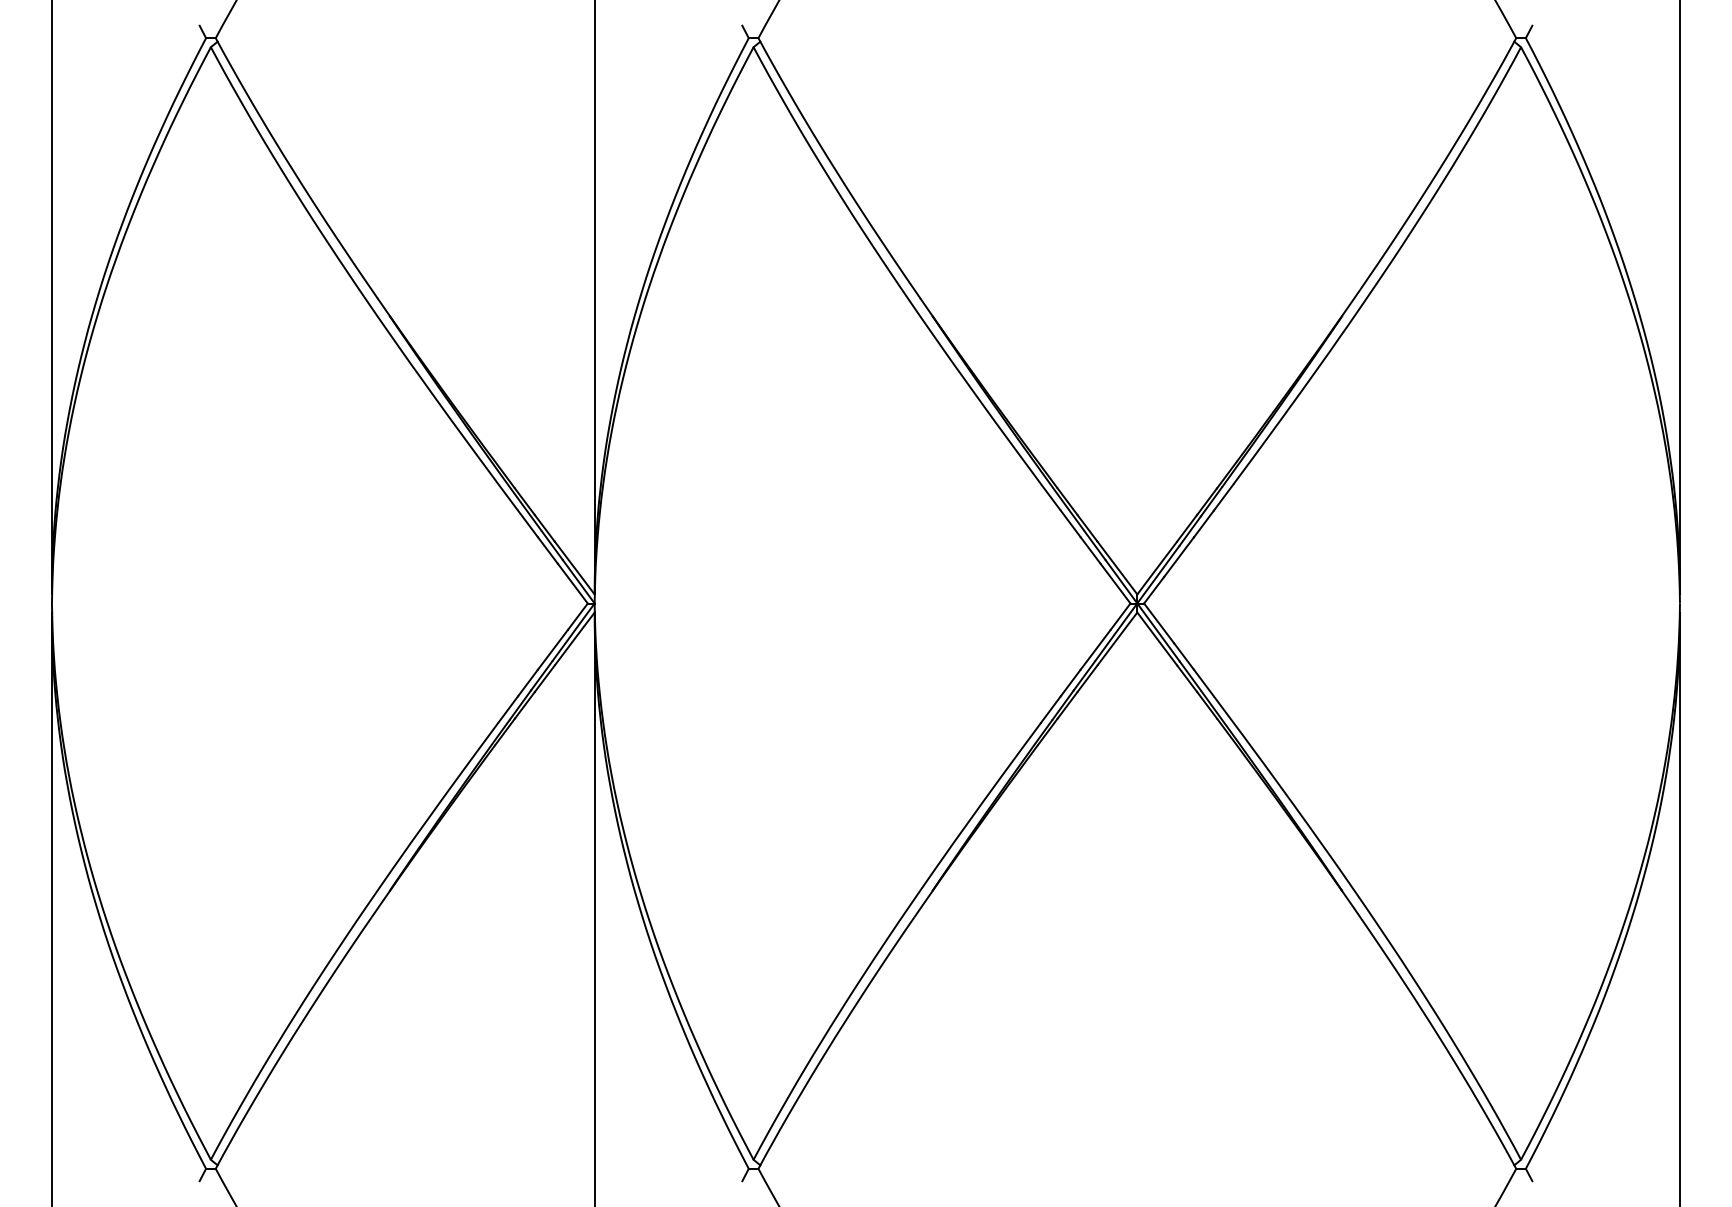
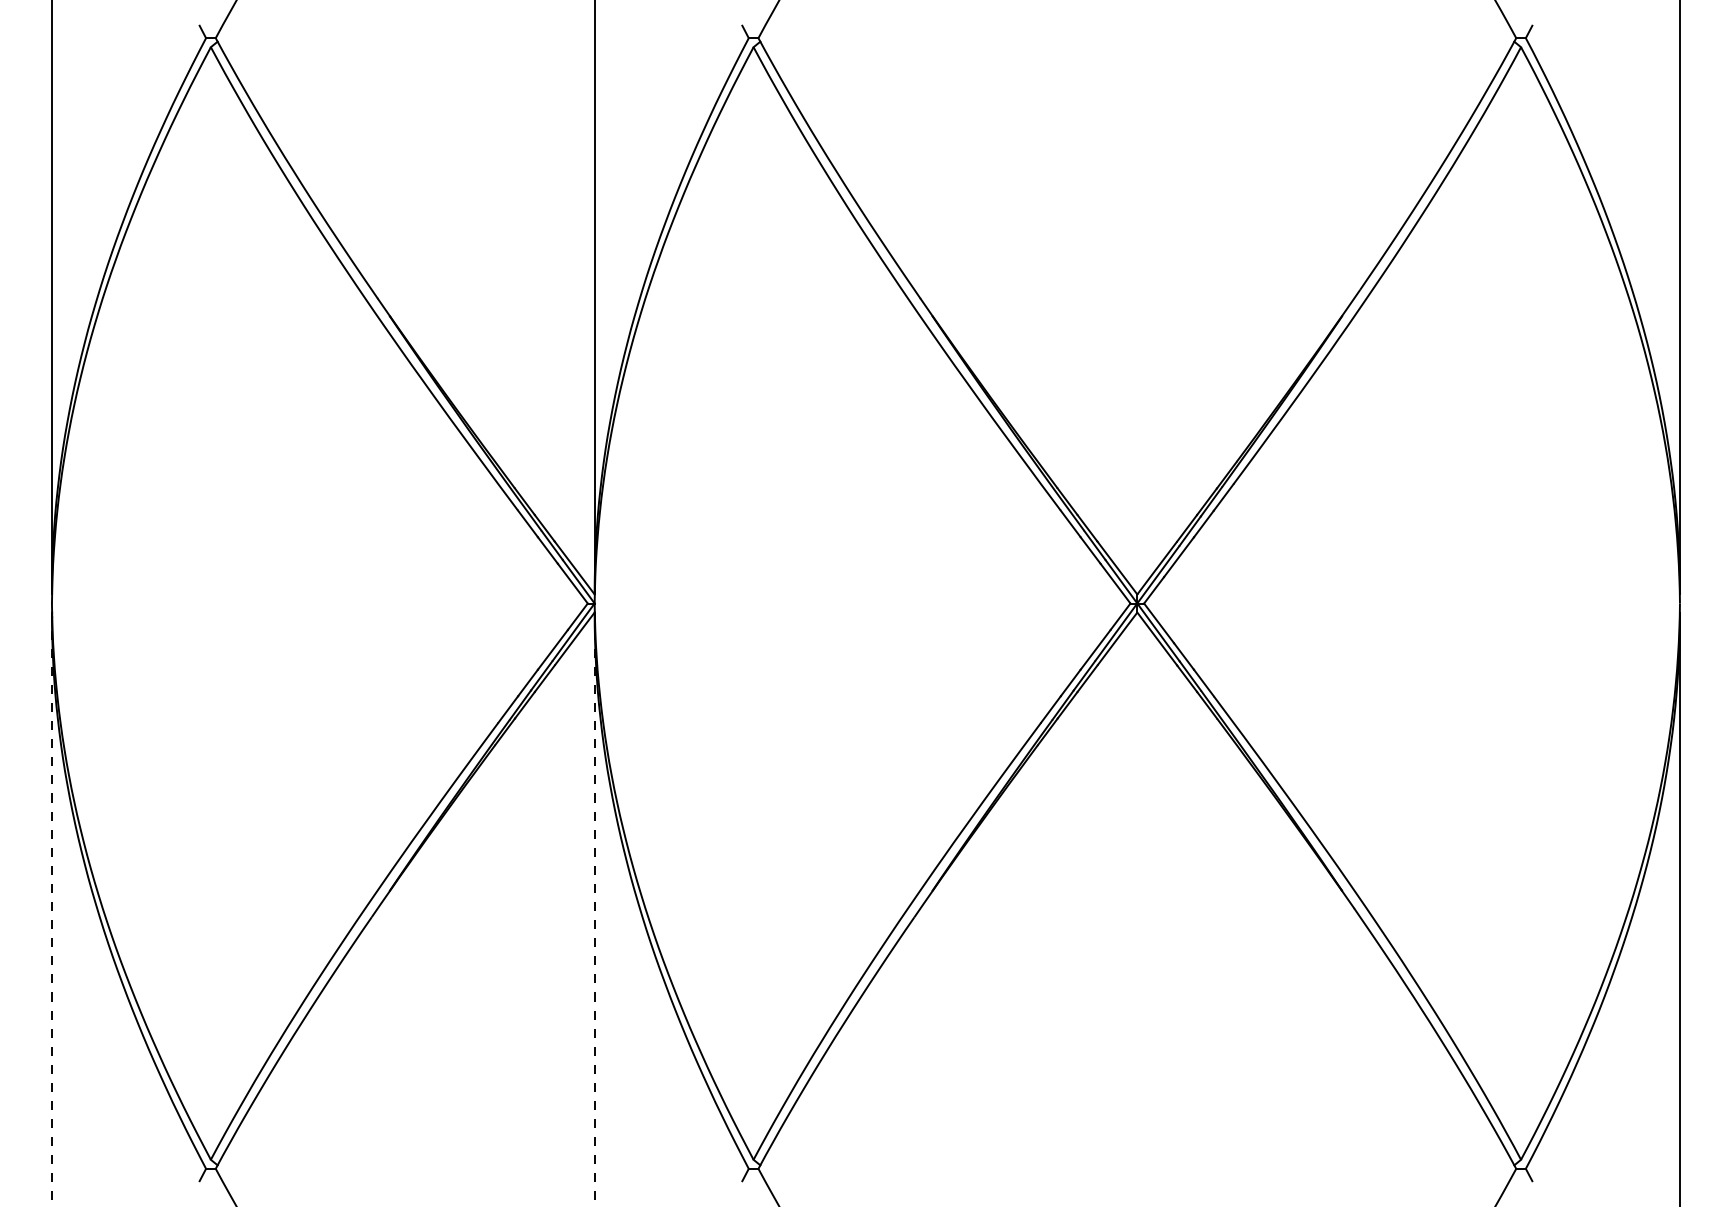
line at (51, 909): solid -> dashed
line at (594, 909): solid -> dashed
